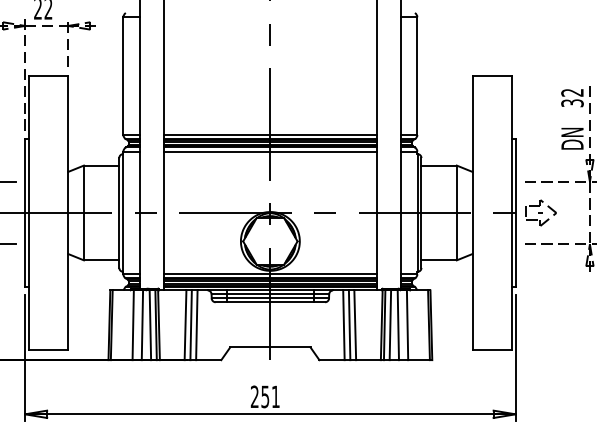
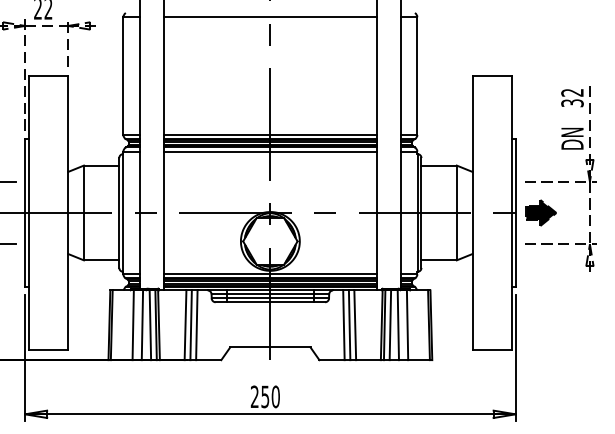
line at (270, 17): none -> present
fill at (541, 213): none -> present
text at (275, 396): 251 -> 250
